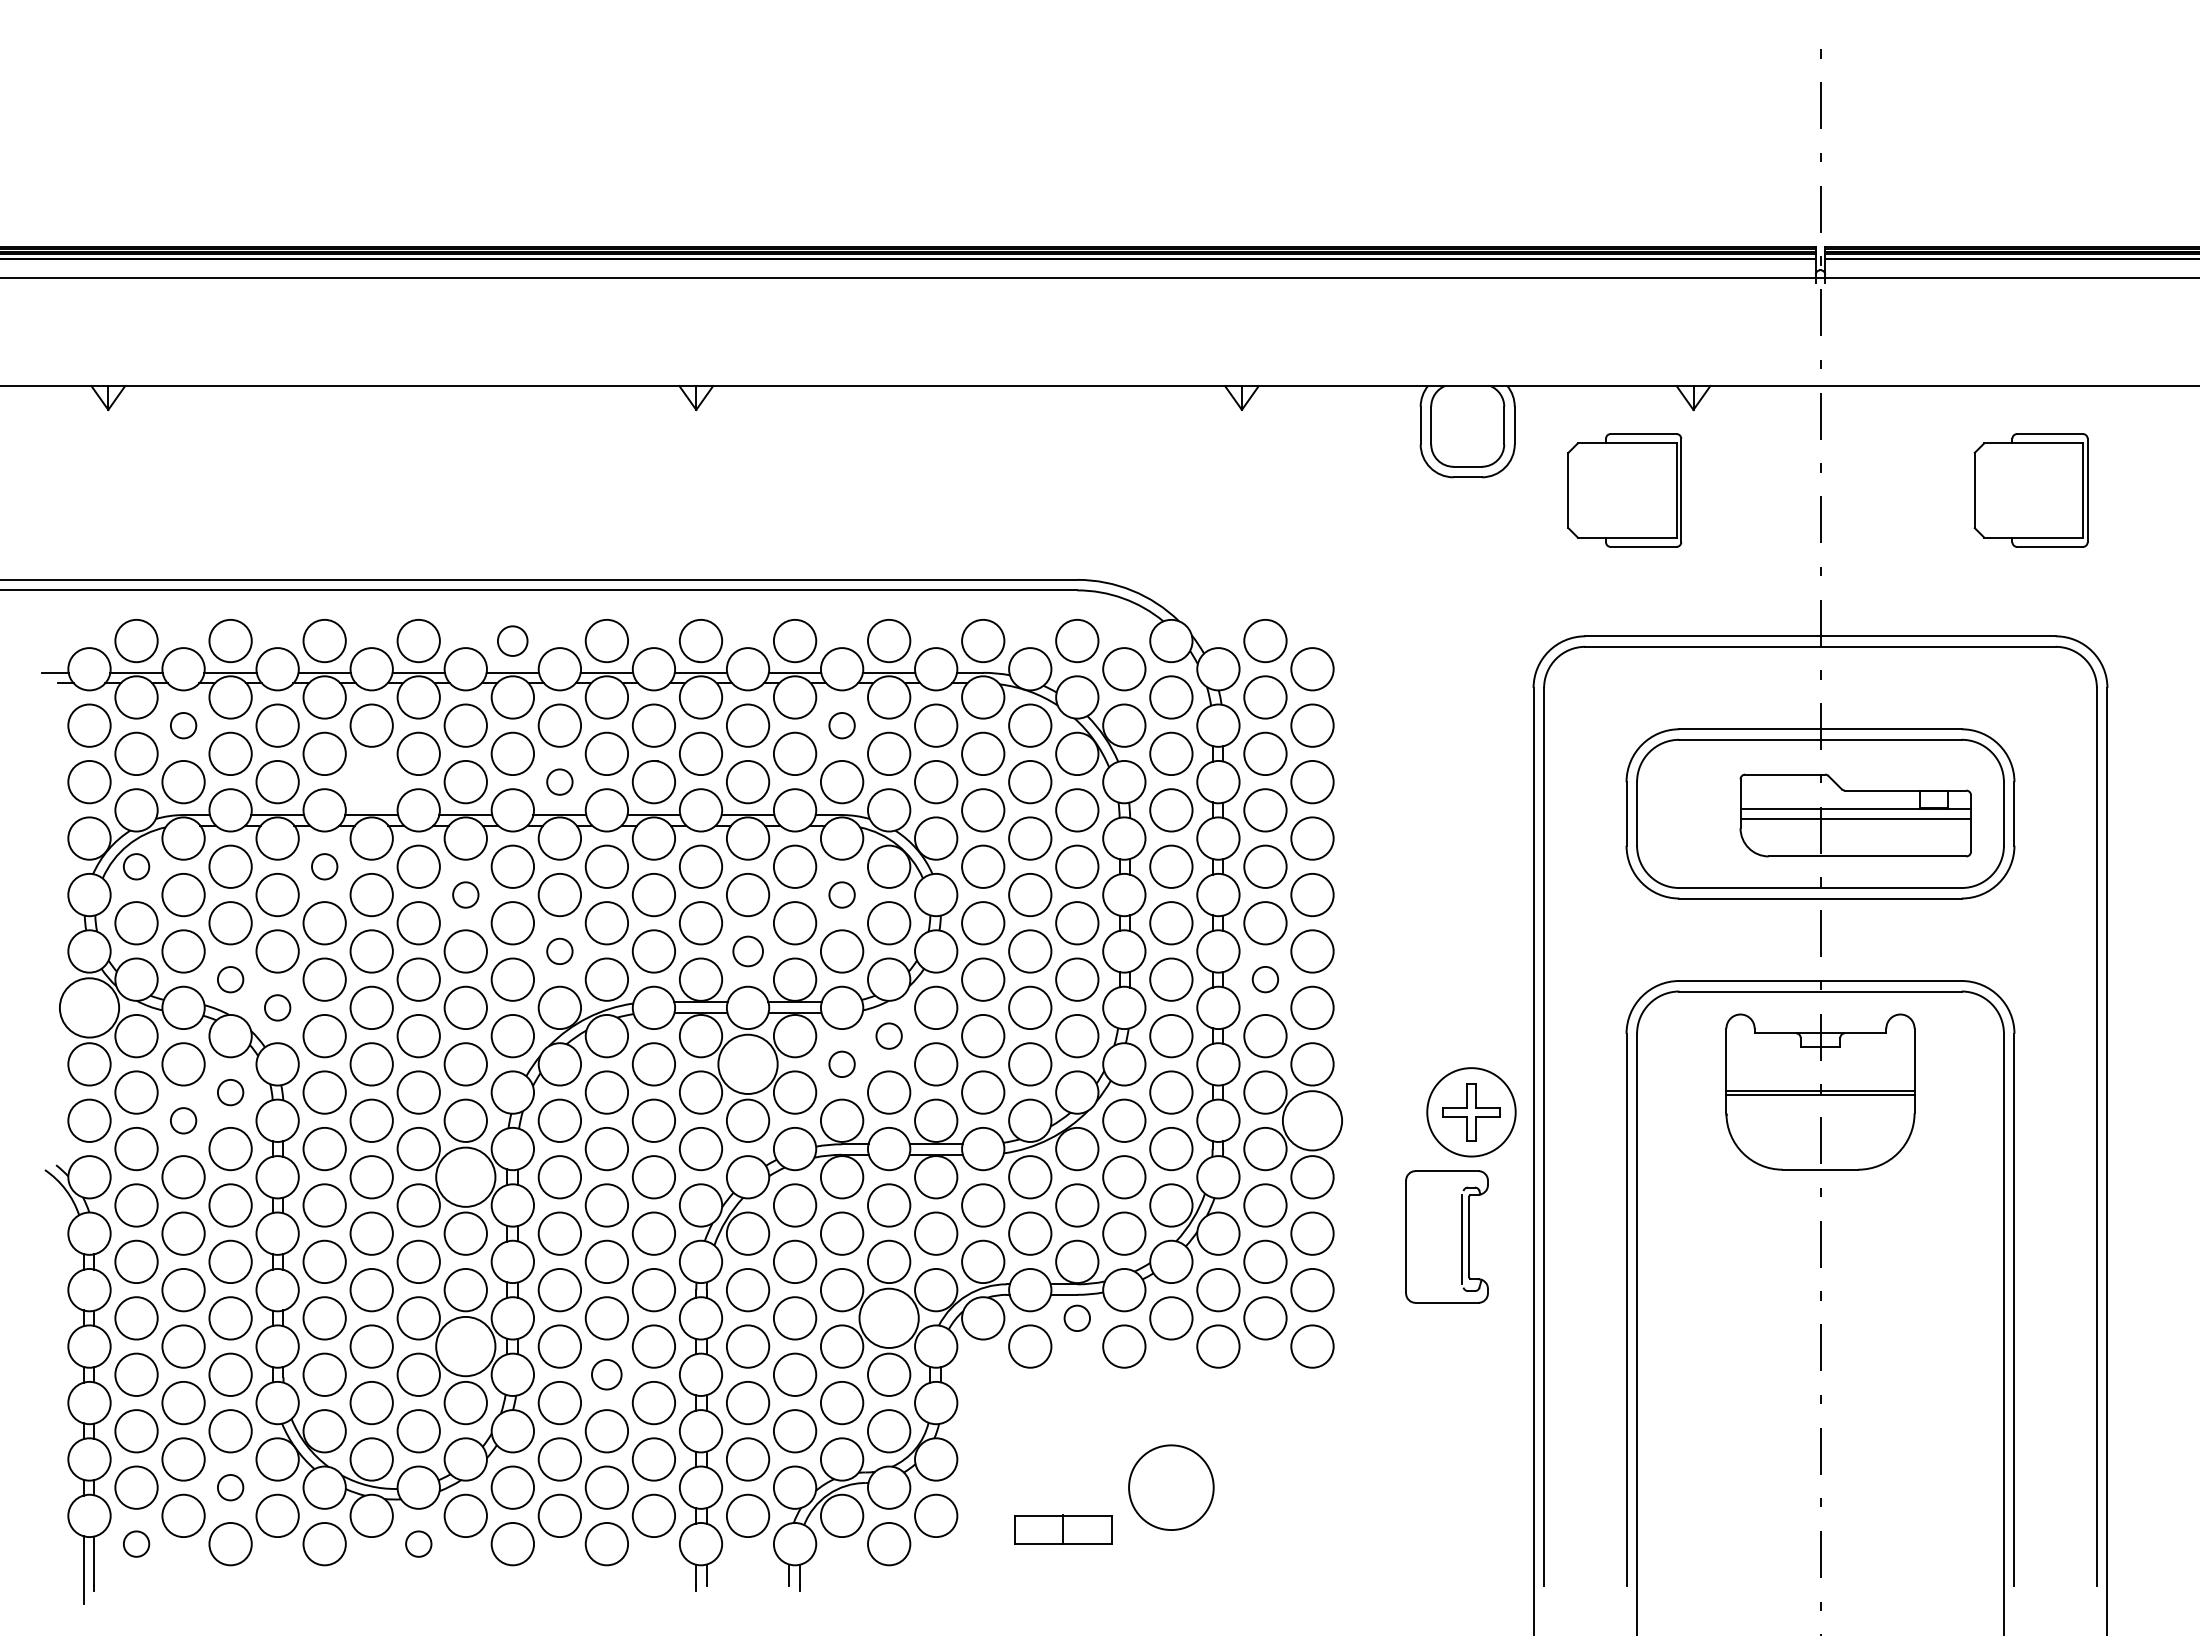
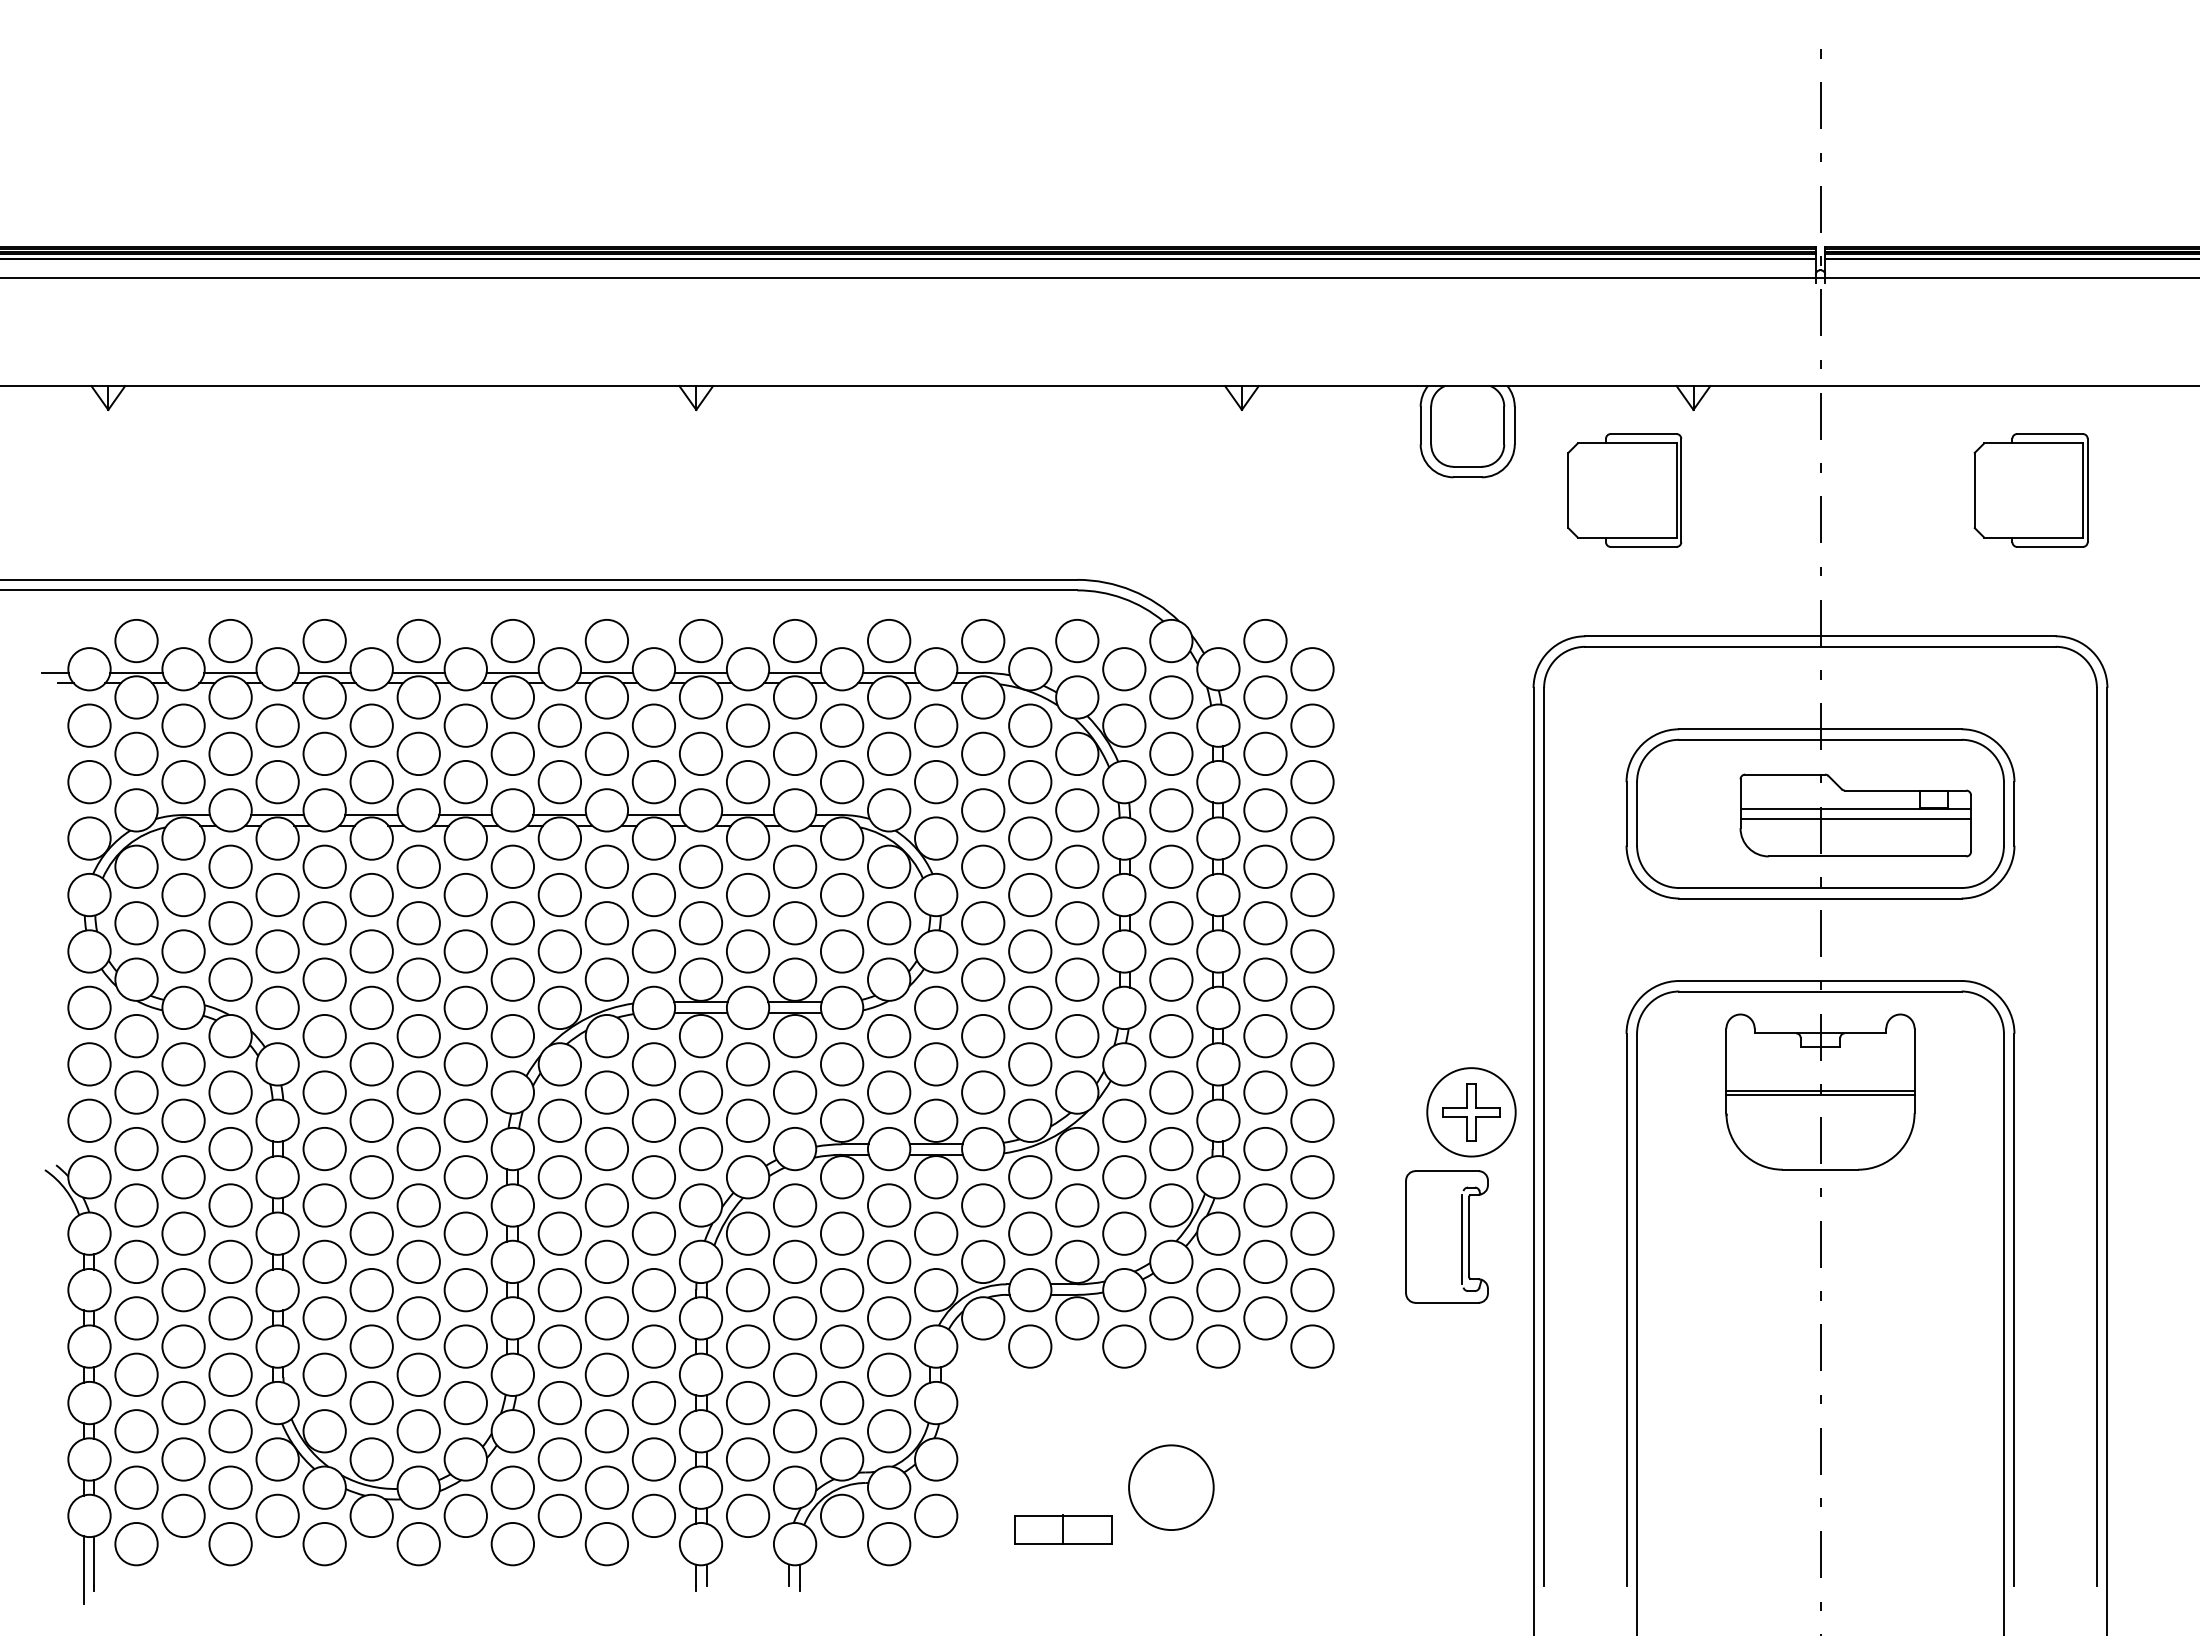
circle at (512, 640) size: 32x32 px -> 45x45 px
circle at (183, 725) diameter: 25 px -> 42 px
circle at (841, 725) diameter: 25 px -> 42 px
circle at (559, 781) diameter: 25 px -> 42 px
circle at (371, 782): none -> present
circle at (136, 866) diameter: 25 px -> 42 px
circle at (324, 866) diameter: 25 px -> 42 px
circle at (465, 894) diameter: 25 px -> 42 px
circle at (841, 894) diameter: 25 px -> 42 px
circle at (559, 951) diameter: 25 px -> 42 px
circle at (747, 951) size: 32x33 px -> 45x45 px
circle at (230, 979) diameter: 25 px -> 42 px
circle at (1265, 979) size: 29x28 px -> 45x45 px
circle at (89, 1007) diameter: 59 px -> 42 px
circle at (277, 1007) diameter: 25 px -> 42 px
circle at (888, 1035) diameter: 25 px -> 42 px
circle at (747, 1063) diameter: 59 px -> 42 px
circle at (841, 1064) diameter: 25 px -> 42 px
circle at (230, 1092) diameter: 25 px -> 42 px
circle at (183, 1120) diameter: 25 px -> 42 px
circle at (1312, 1120) diameter: 59 px -> 42 px
circle at (465, 1176) diameter: 59 px -> 42 px
circle at (888, 1318) diameter: 59 px -> 42 px
circle at (1077, 1318) diameter: 25 px -> 42 px
circle at (465, 1346) diameter: 59 px -> 42 px
circle at (606, 1374) size: 32x32 px -> 45x45 px
circle at (230, 1487) diameter: 25 px -> 42 px
circle at (136, 1543) diameter: 25 px -> 42 px
circle at (418, 1543) diameter: 25 px -> 42 px
